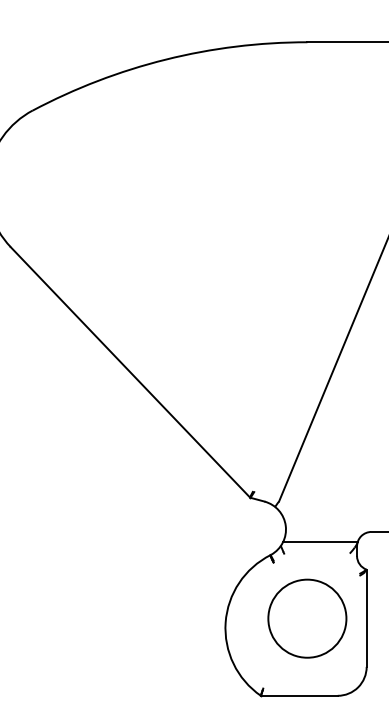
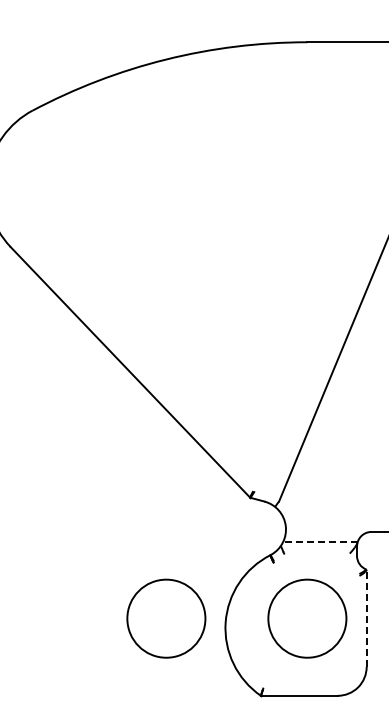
line at (320, 541): solid -> dashed
circle at (166, 618): none -> present
line at (366, 618): solid -> dashed
